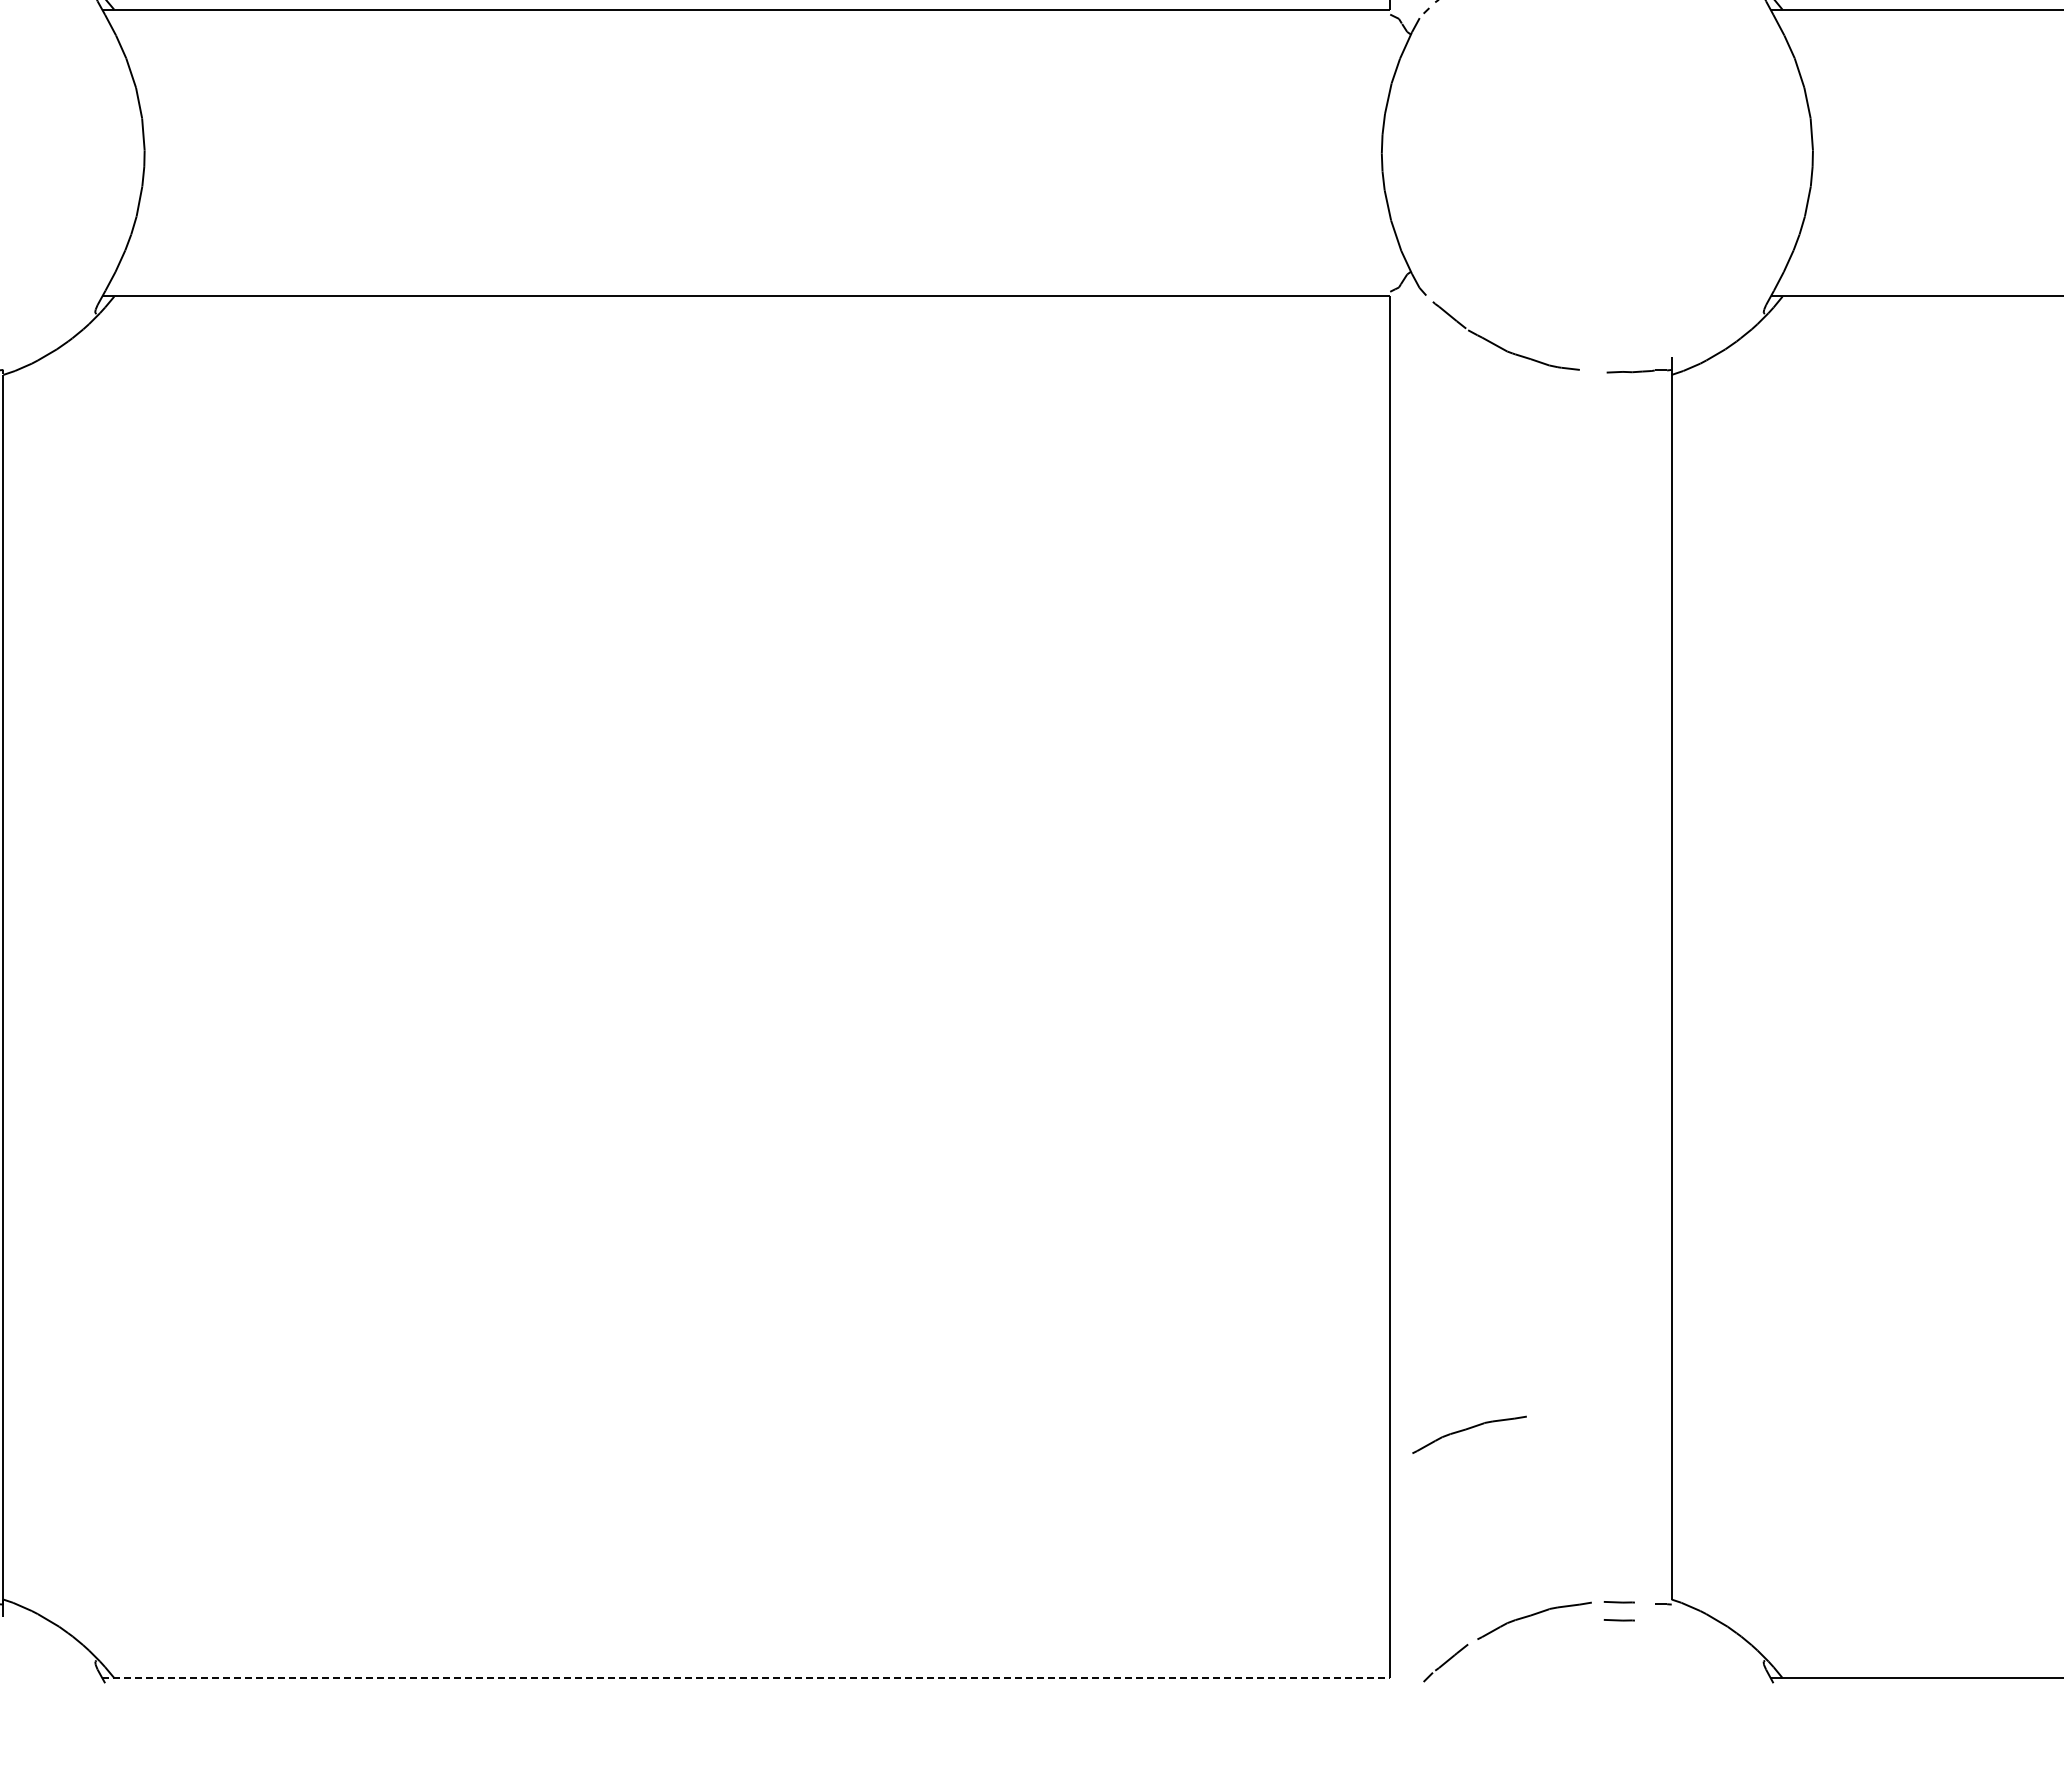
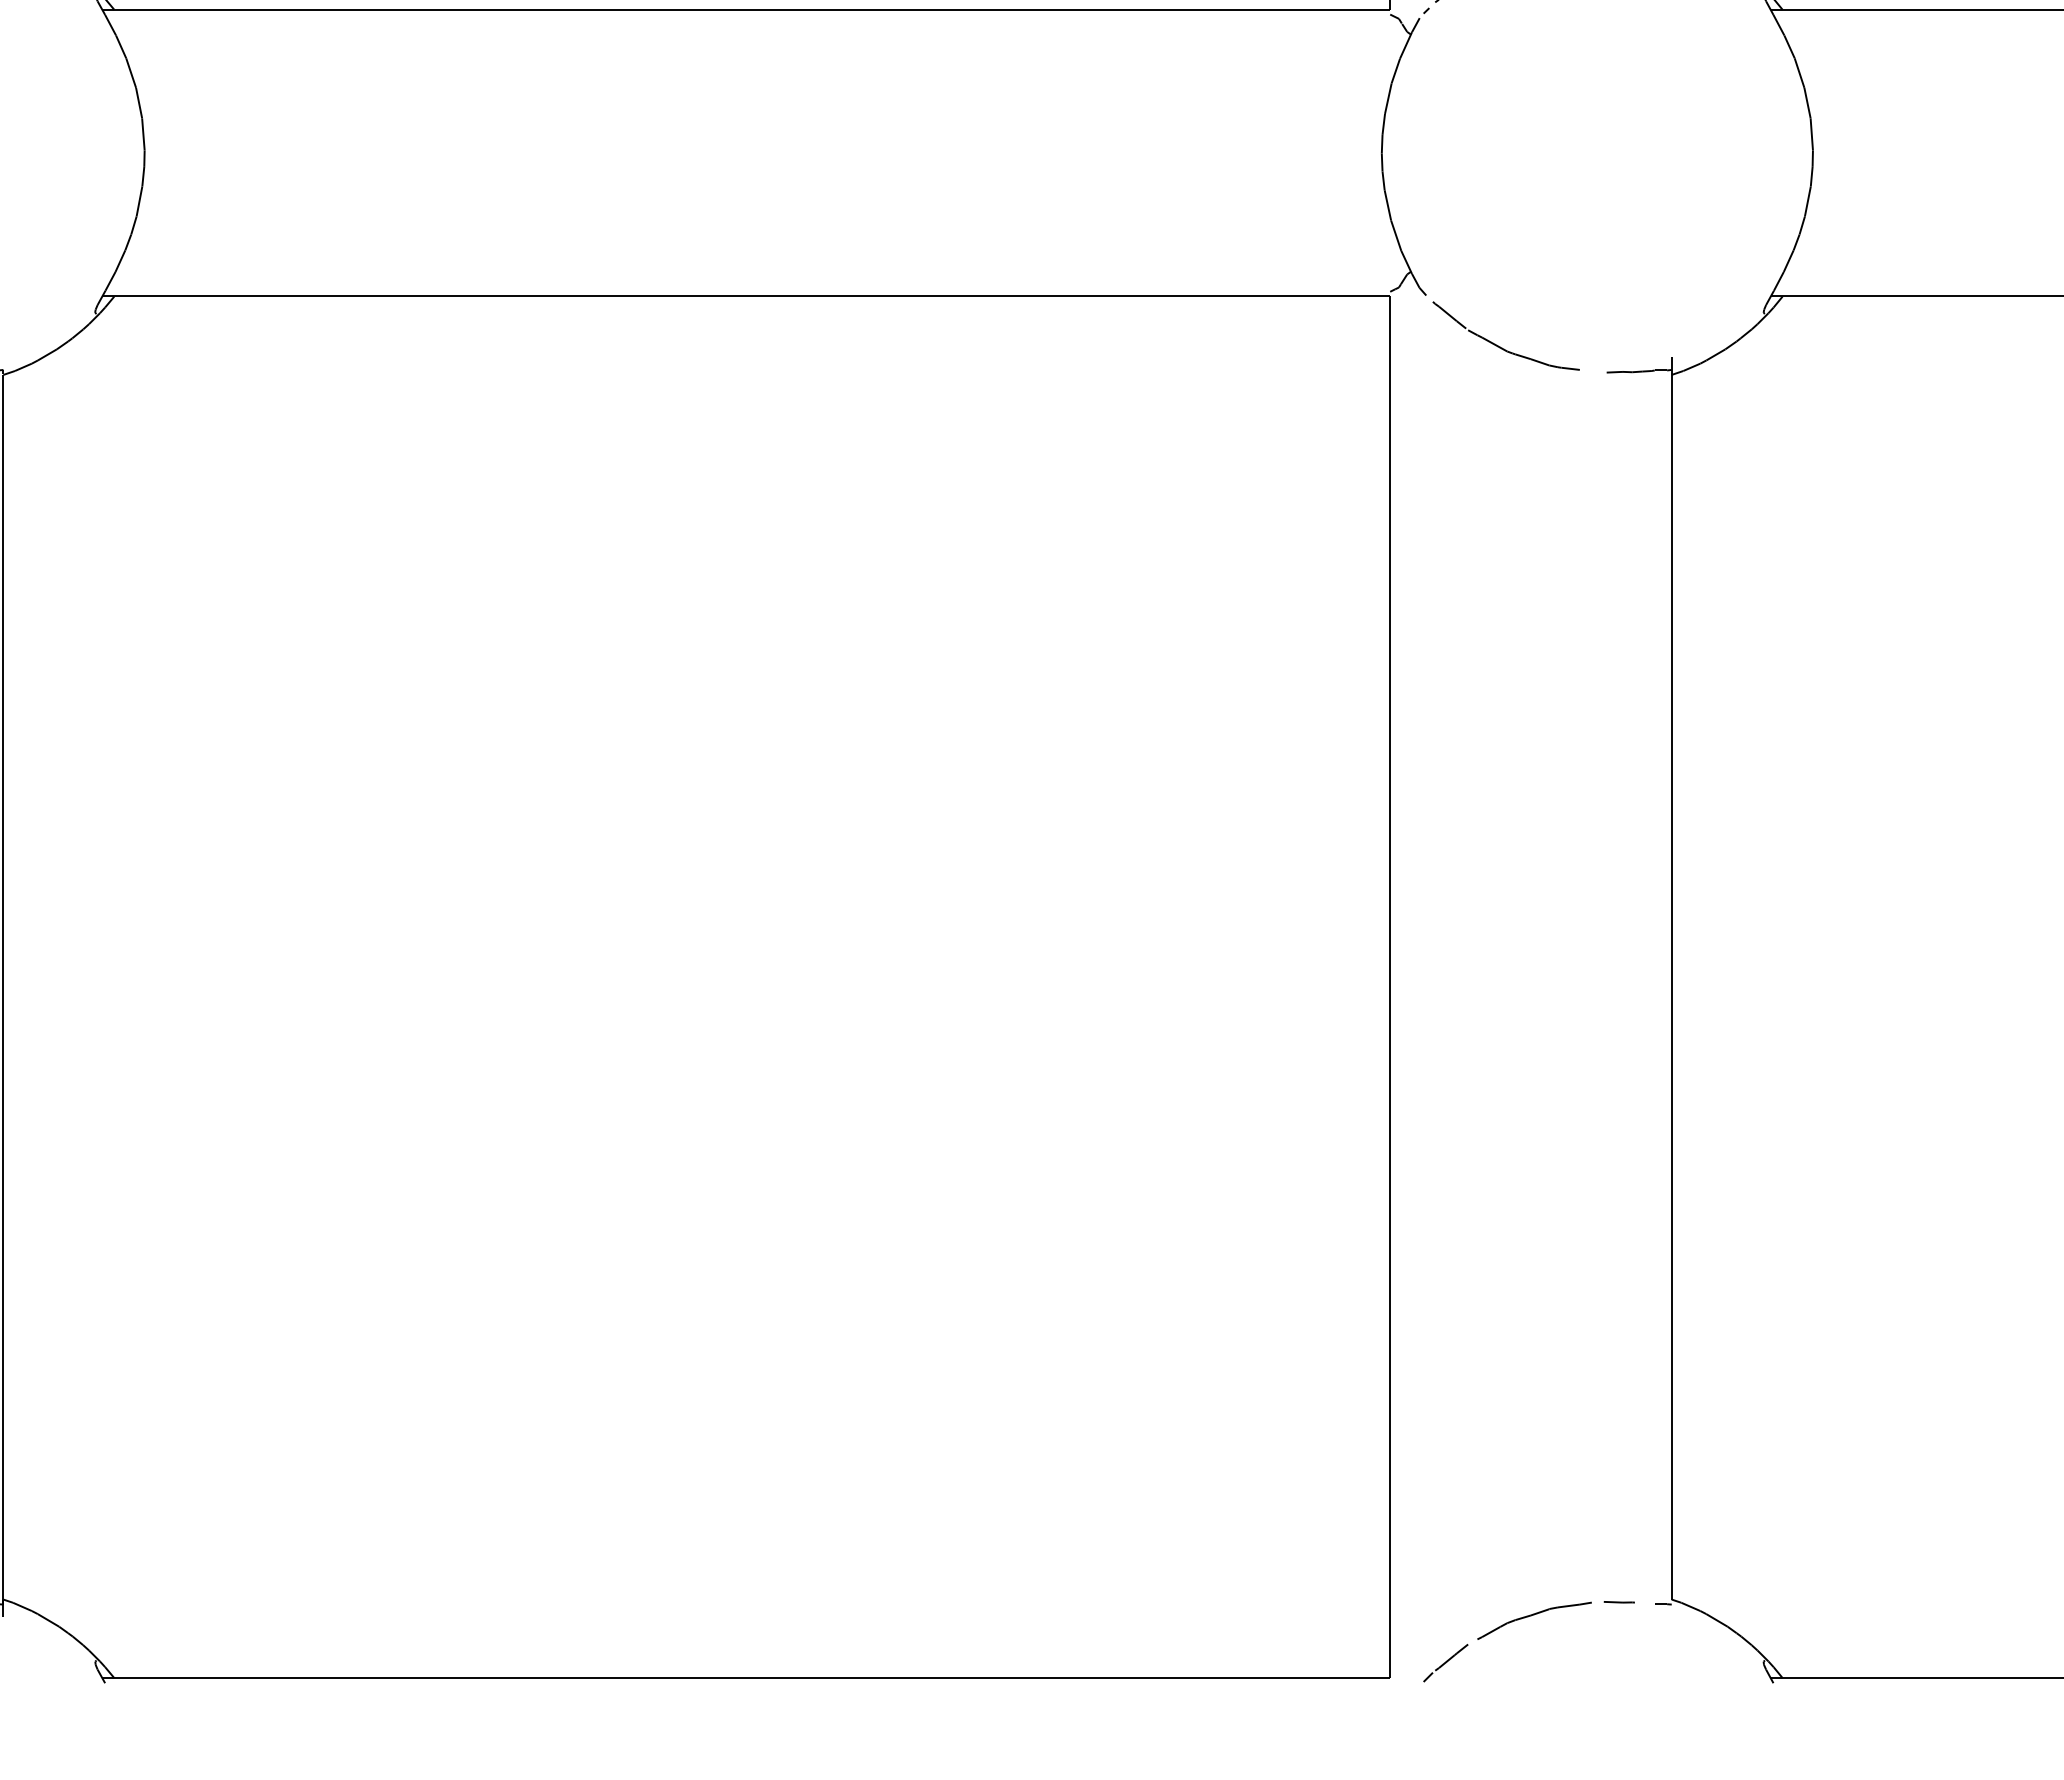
part at (1469, 1434): present -> none
line at (1618, 1620): present -> none
line at (746, 1678): dashed -> solid
